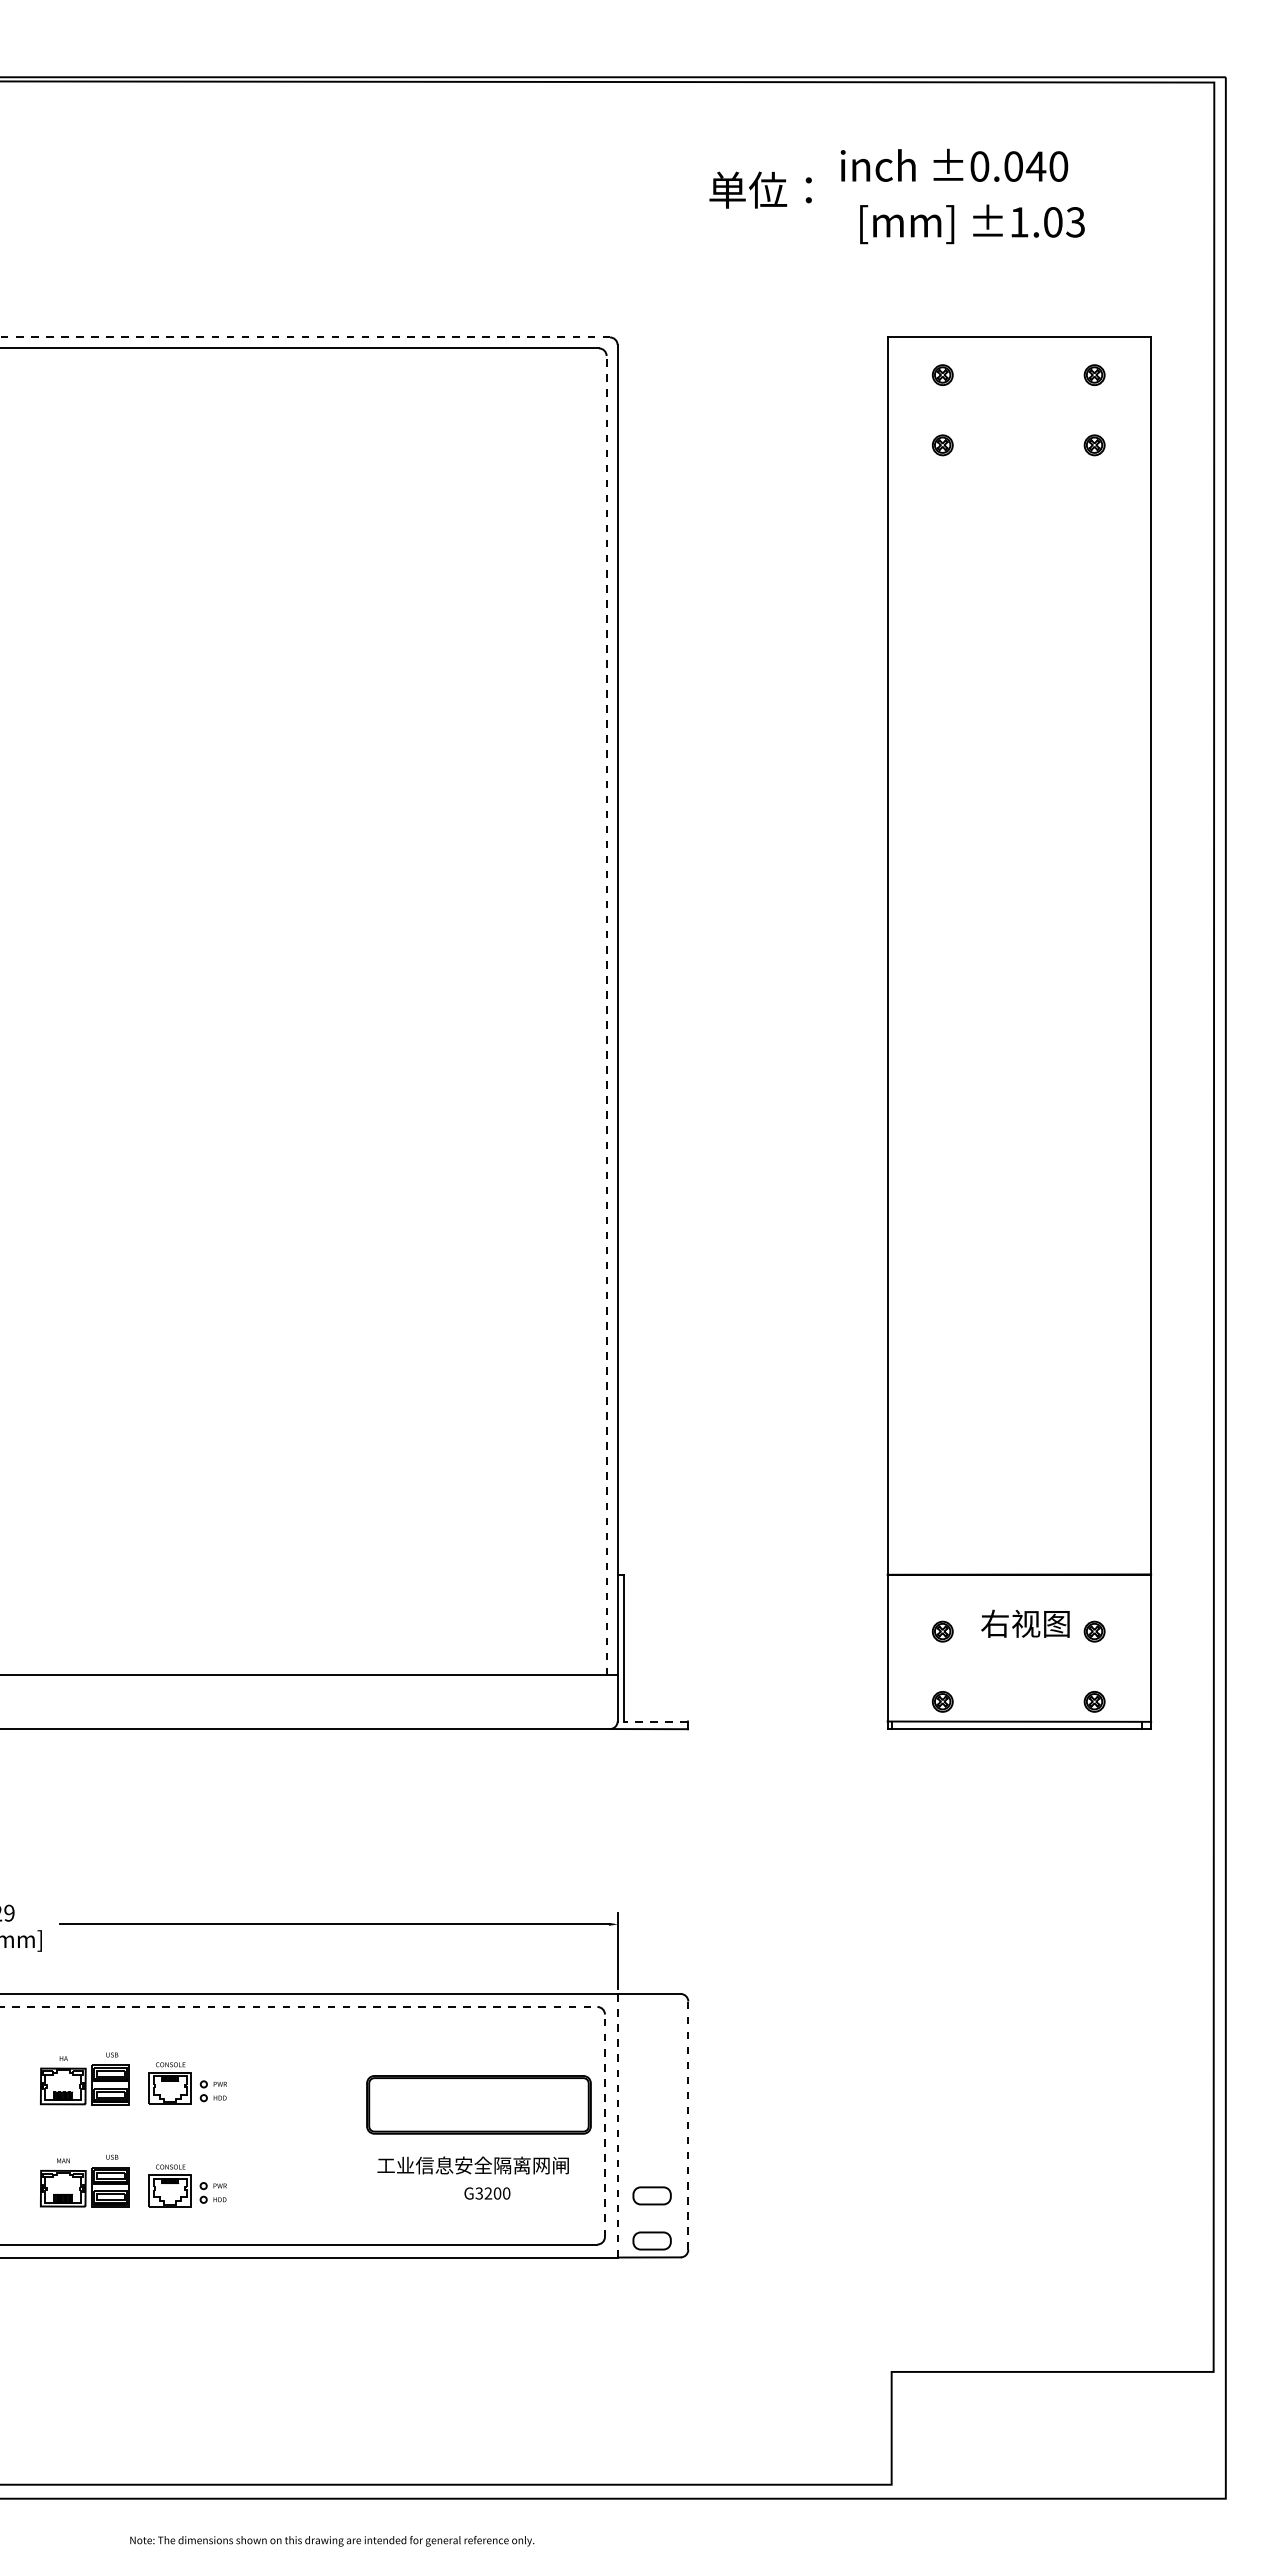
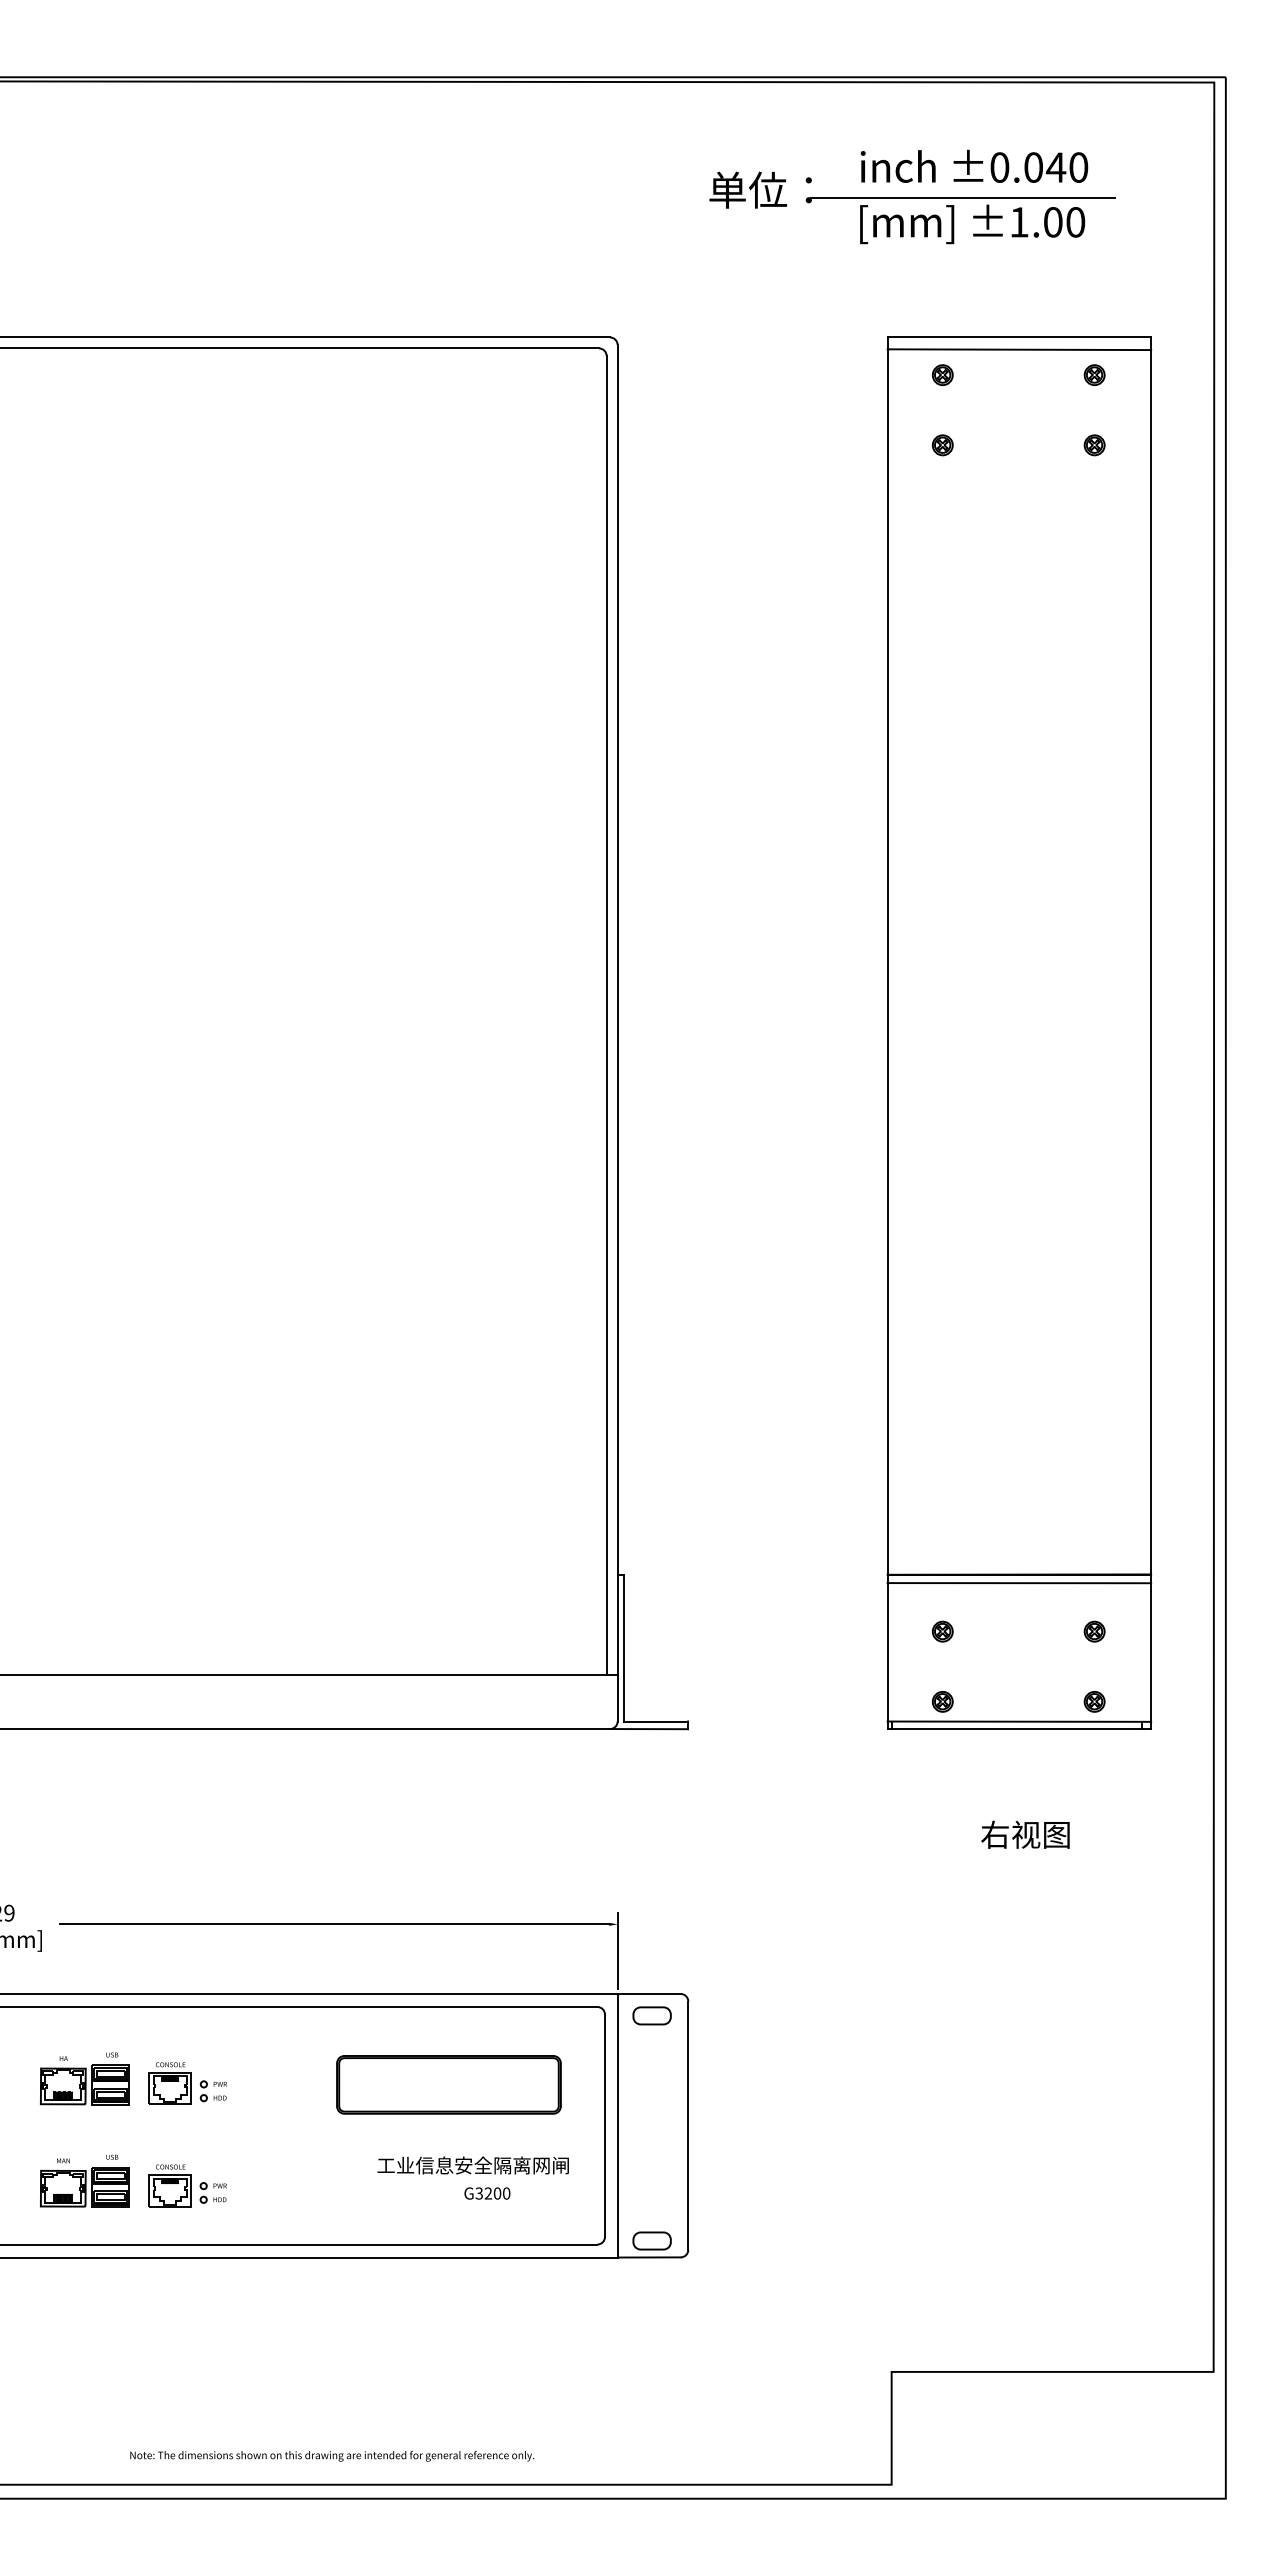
text at (954, 164) position: (954, 164) -> (974, 165)
line at (962, 198): none -> present
text at (1075, 222): ±1.03 -> ±1.00
line at (305, 337): dashed -> solid
line at (1019, 349): none -> present
line at (606, 1015): dashed -> solid
line at (1019, 1583): none -> present
text at (1025, 1623) position: (1025, 1623) -> (1025, 1834)
line at (656, 1721): dashed -> solid
line at (299, 2006): dashed -> solid
part at (478, 2104) position: (478, 2104) -> (448, 2084)
line at (604, 2125): dashed -> solid
line at (617, 2125): dashed -> solid
line at (688, 2126): dashed -> solid
part at (651, 2195) position: (651, 2195) -> (651, 2015)
text at (332, 2541) position: (332, 2541) -> (332, 2456)
